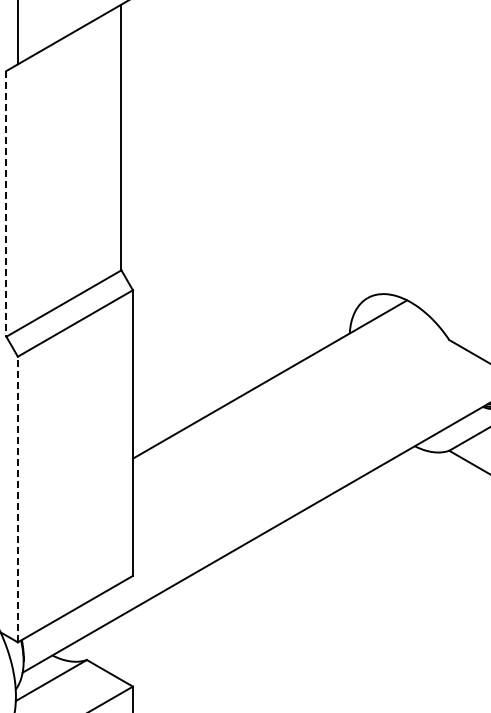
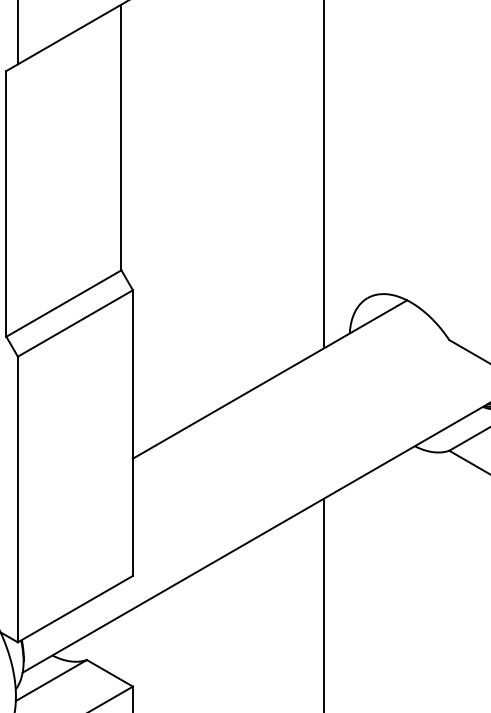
line at (323, 175): none -> present
line at (6, 203): dashed -> solid
line at (17, 499): dashed -> solid
line at (323, 603): none -> present
